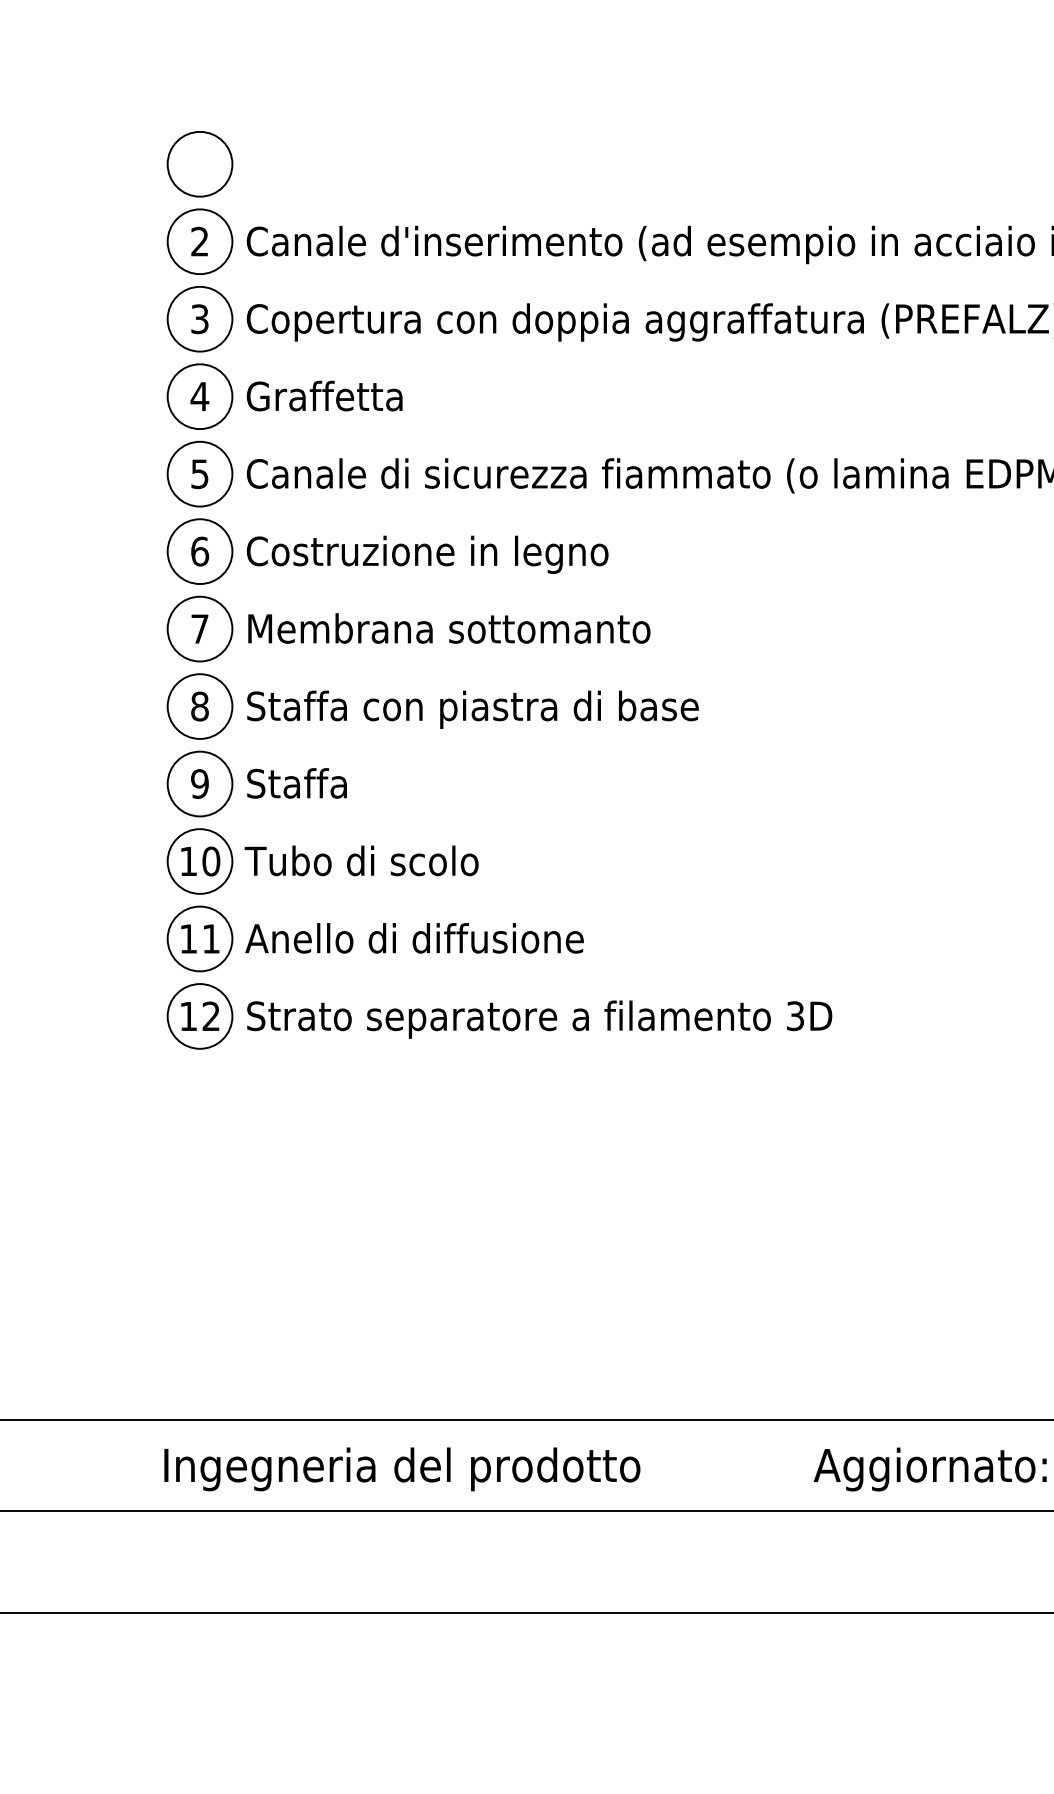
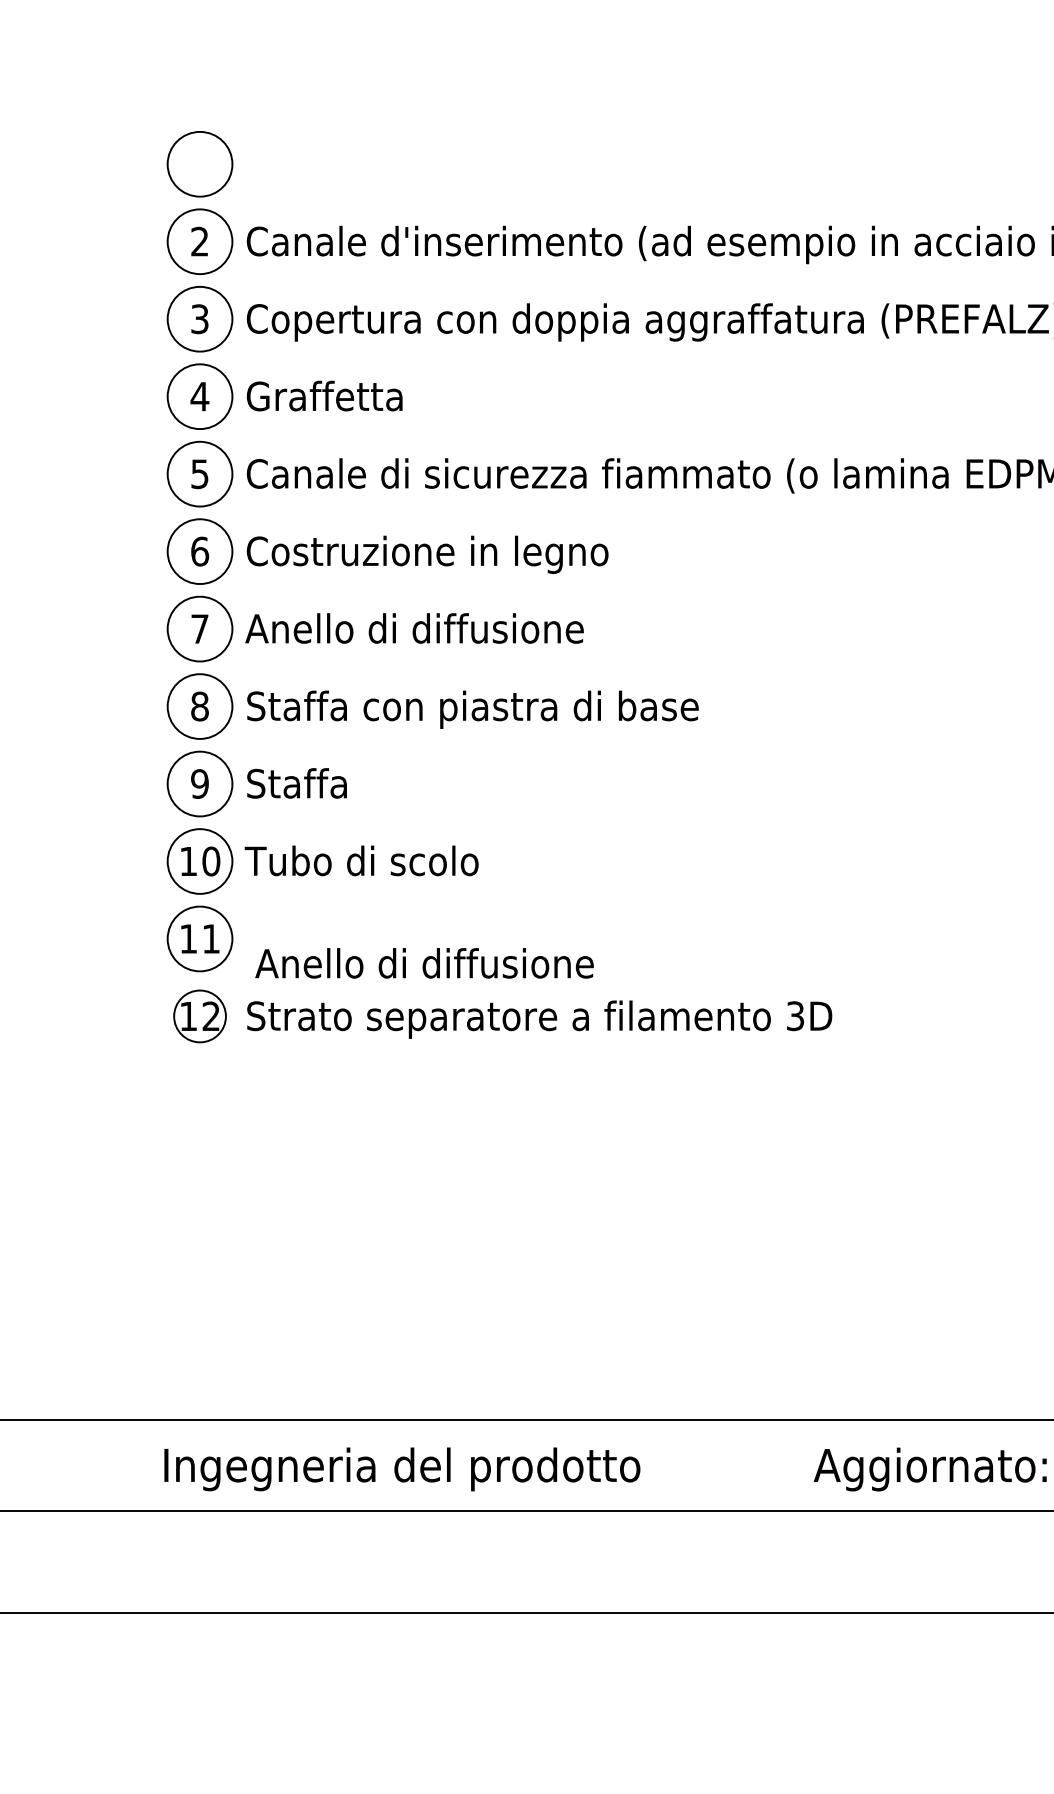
text at (447, 628): Membrana sottomanto -> Anello di diffusione
text at (414, 938) position: (414, 938) -> (424, 963)
circle at (199, 1016) diameter: 65 px -> 52 px
